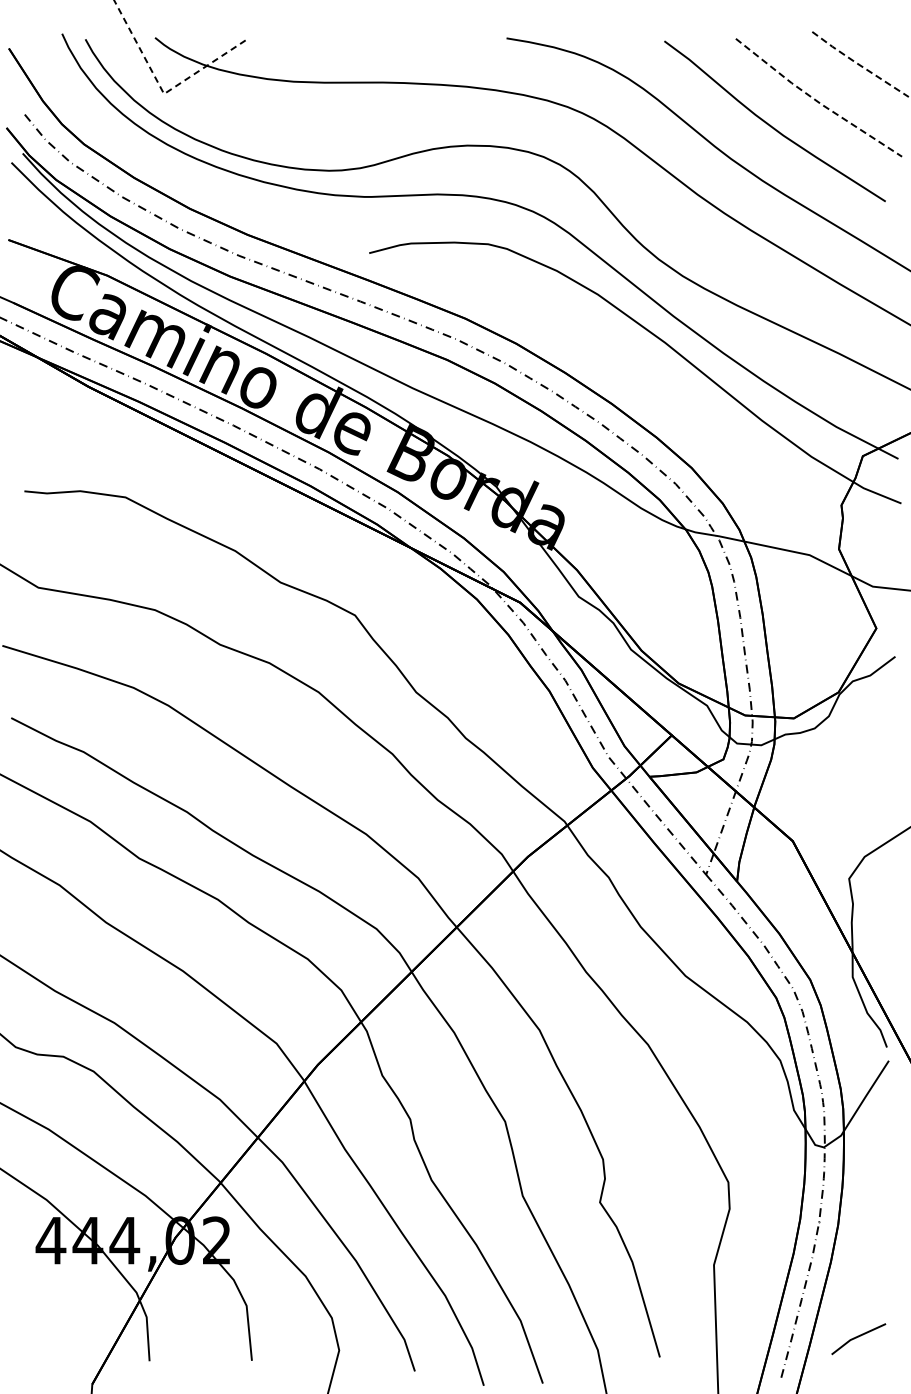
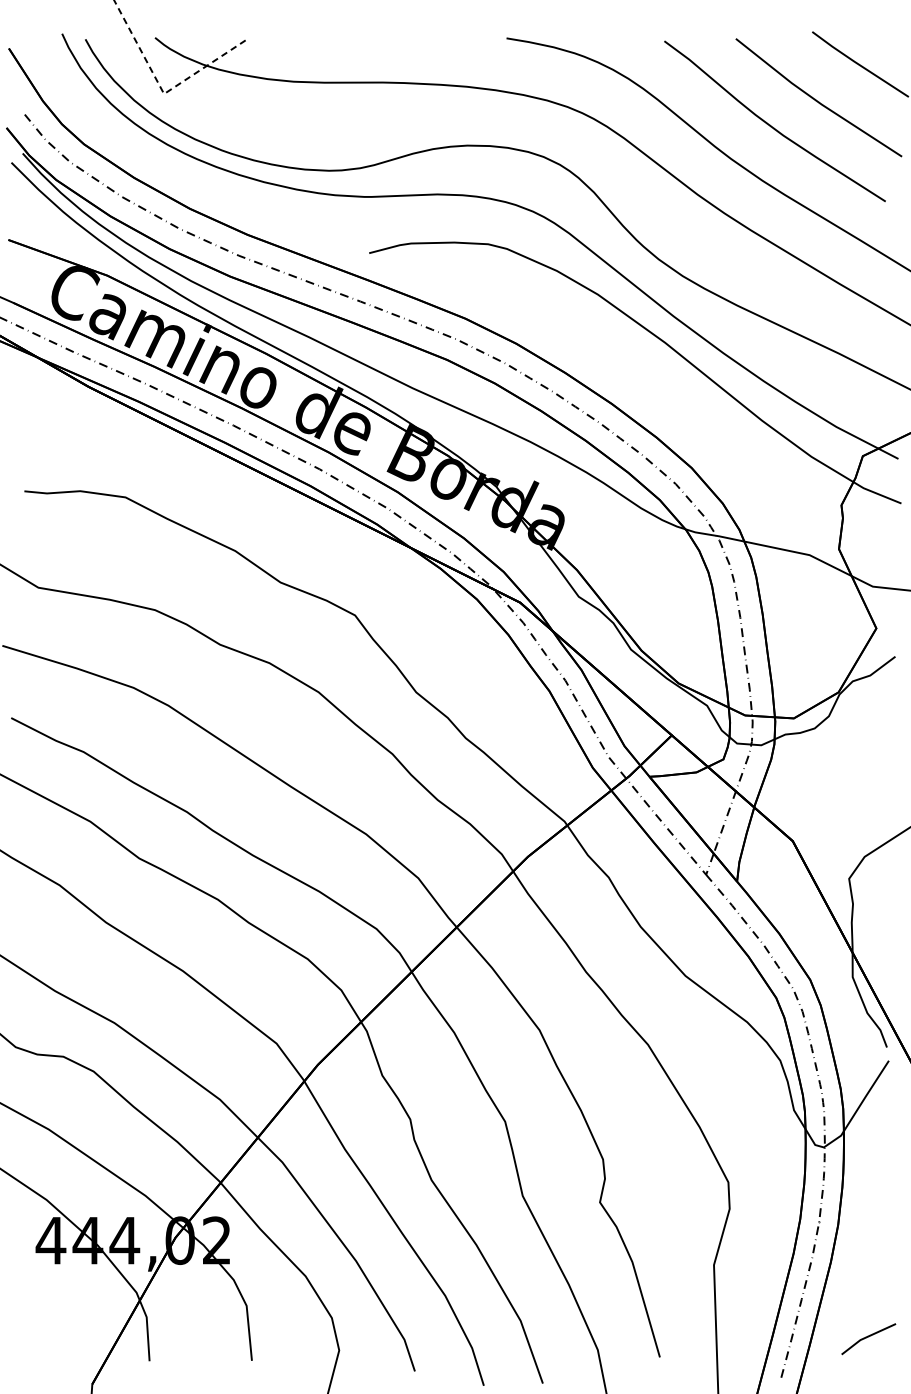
line at (858, 64): dashed -> solid
line at (816, 100): dashed -> solid
line at (858, 1337) position: (858, 1337) -> (868, 1337)
